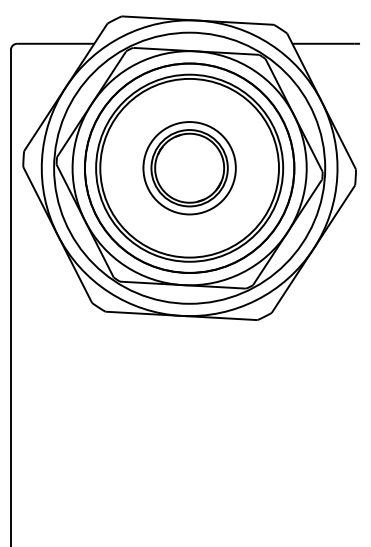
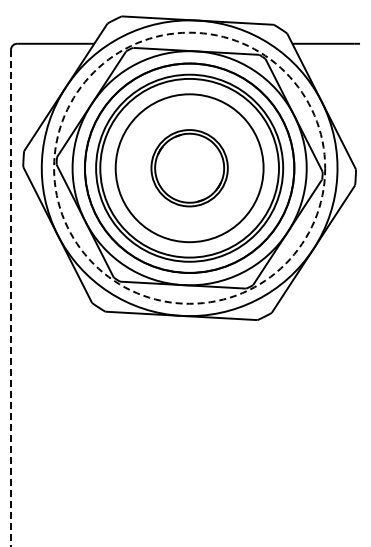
circle at (189, 167): solid -> dashed
circle at (189, 168) diameter: 92 px -> 148 px
line at (10, 298): solid -> dashed
